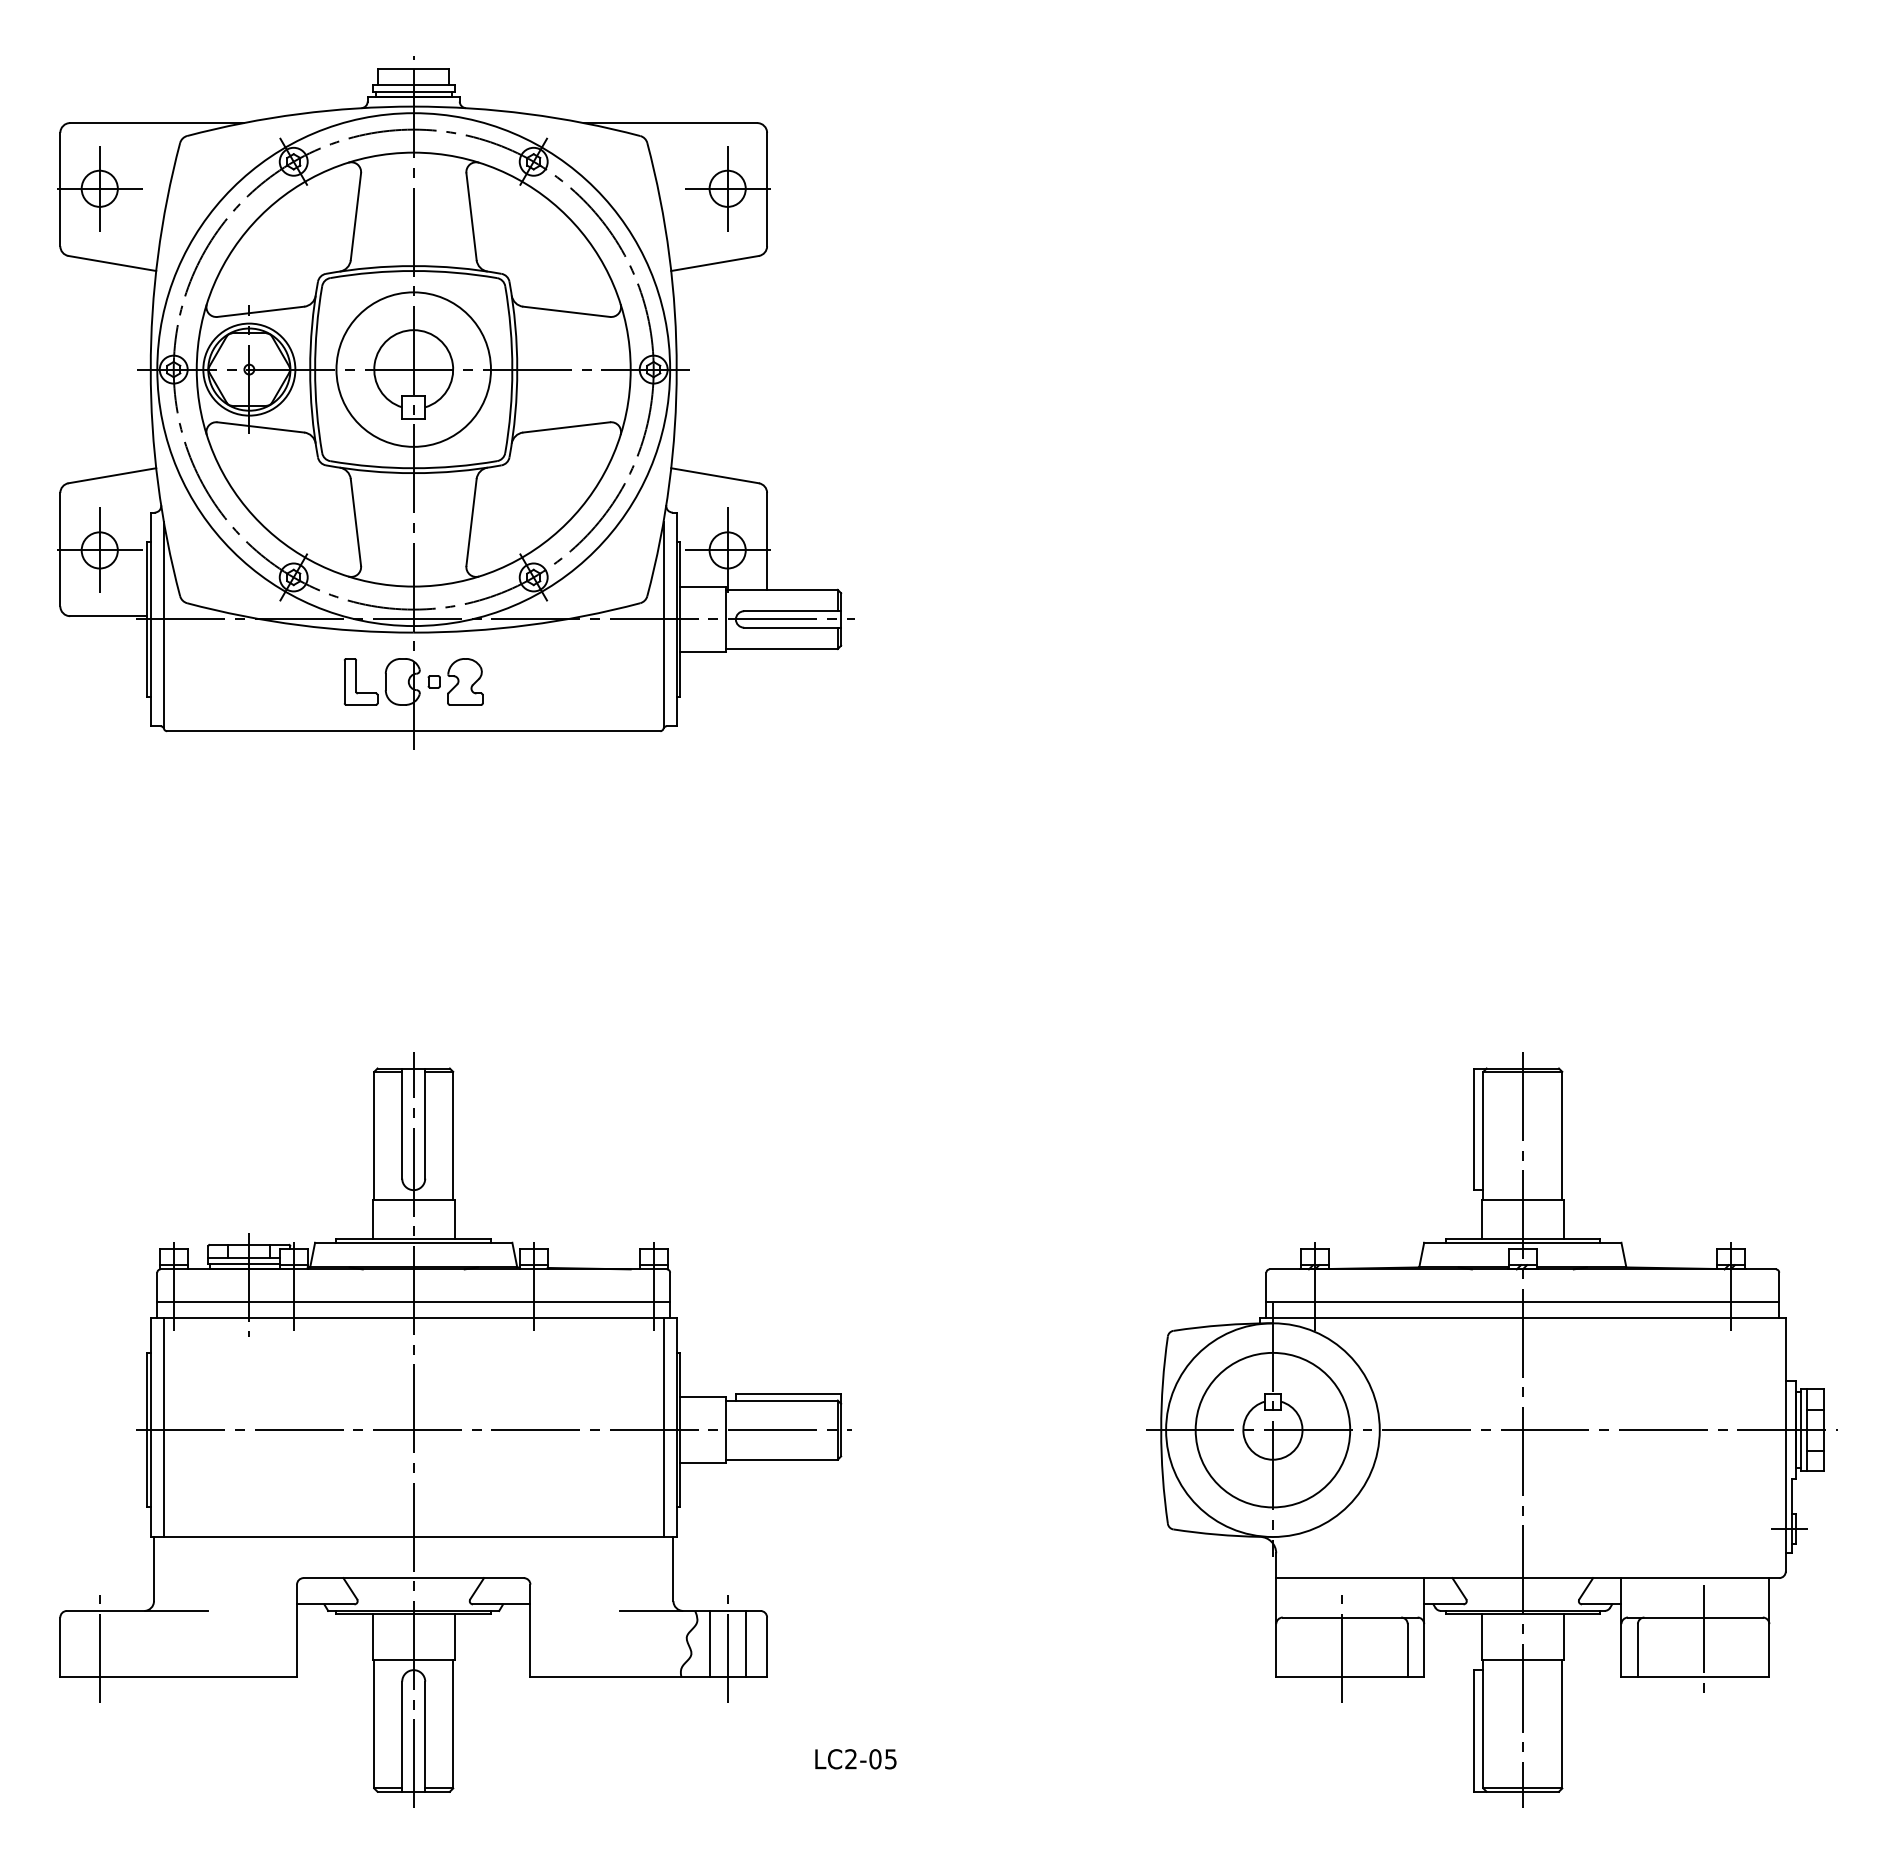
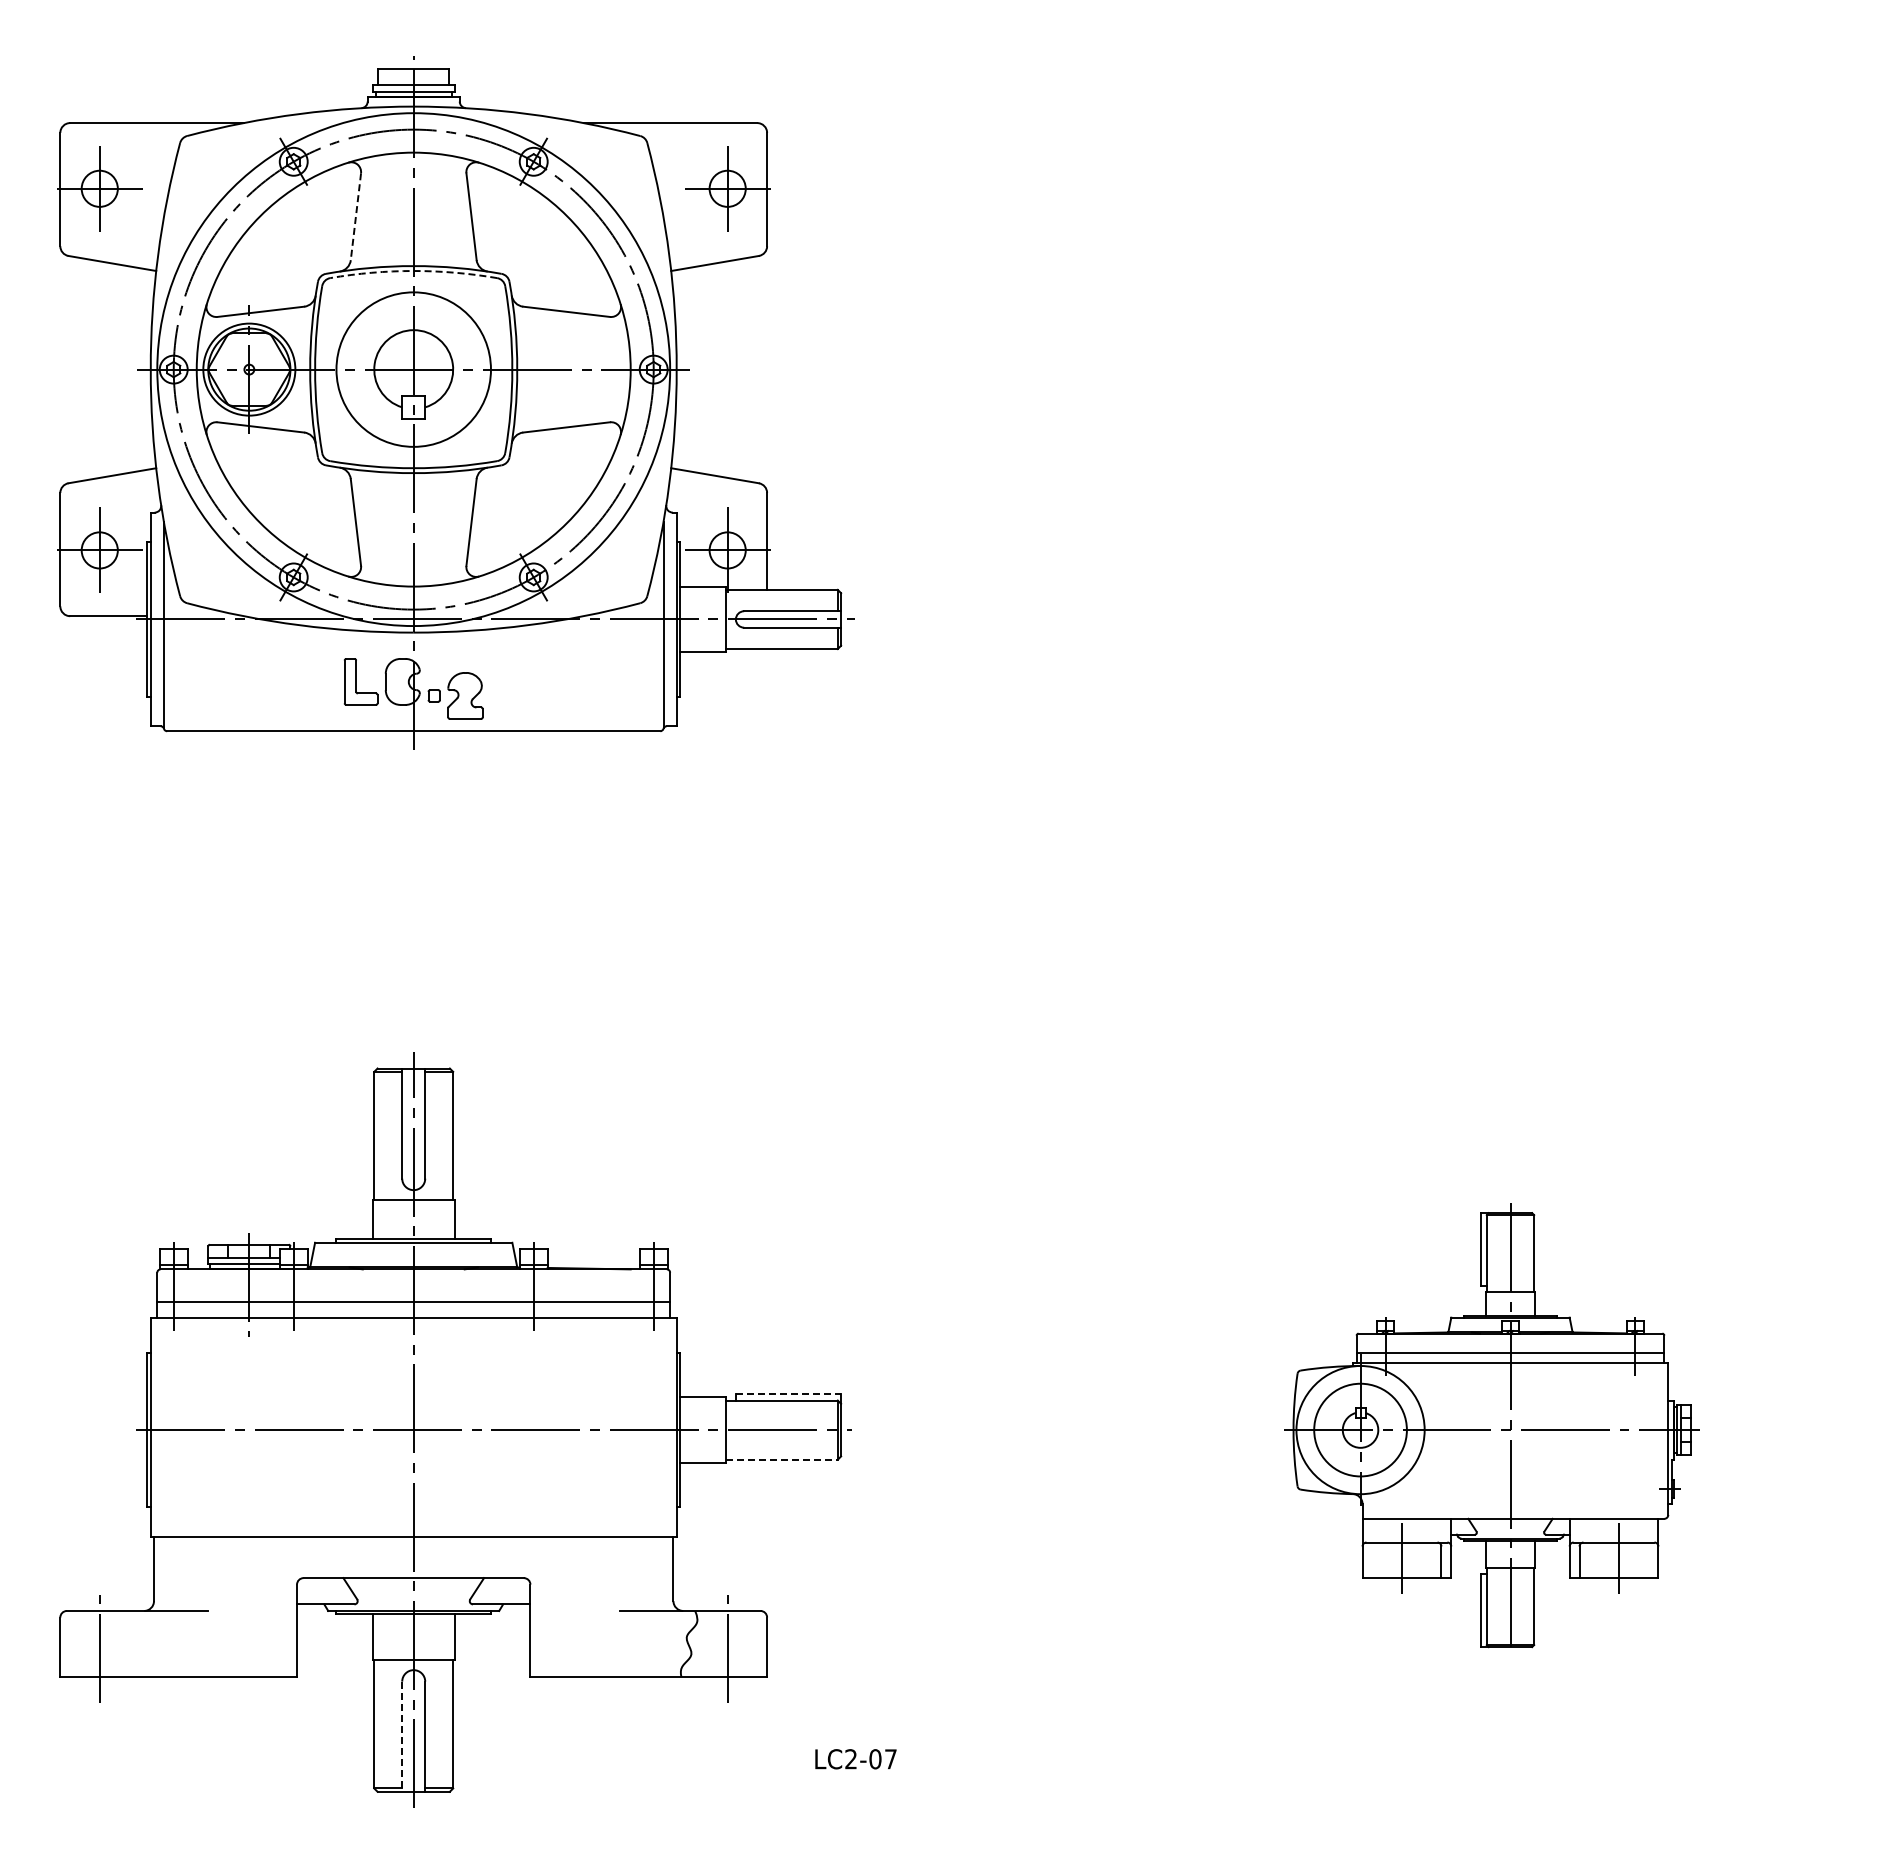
line at (355, 216): solid -> dashed
arc at (413, 271): solid -> dashed
part at (455, 681) position: (455, 681) -> (455, 695)
line at (788, 1394): solid -> dashed
line at (163, 1427): present -> none
line at (663, 1427): present -> none
part at (1491, 1429) size: 692x756 px -> 416x446 px
line at (781, 1459): solid -> dashed
line at (709, 1643): present -> none
line at (745, 1643): present -> none
line at (402, 1737): solid -> dashed
text at (890, 1759): LC2-05 -> LC2-07
